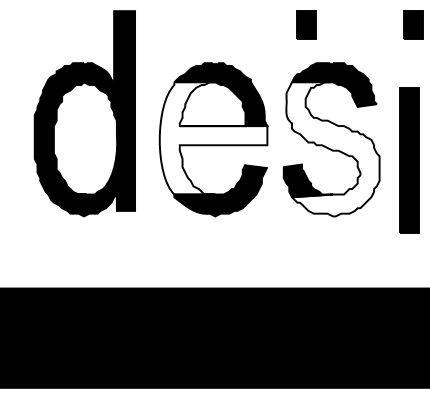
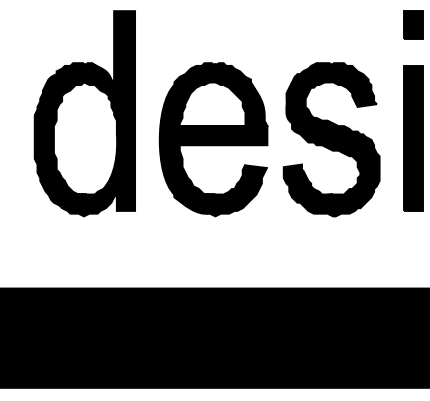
part at (306, 24): present -> none
fill at (213, 138): none -> present
fill at (332, 149): none -> present
part at (409, 160) position: (409, 160) -> (413, 138)
